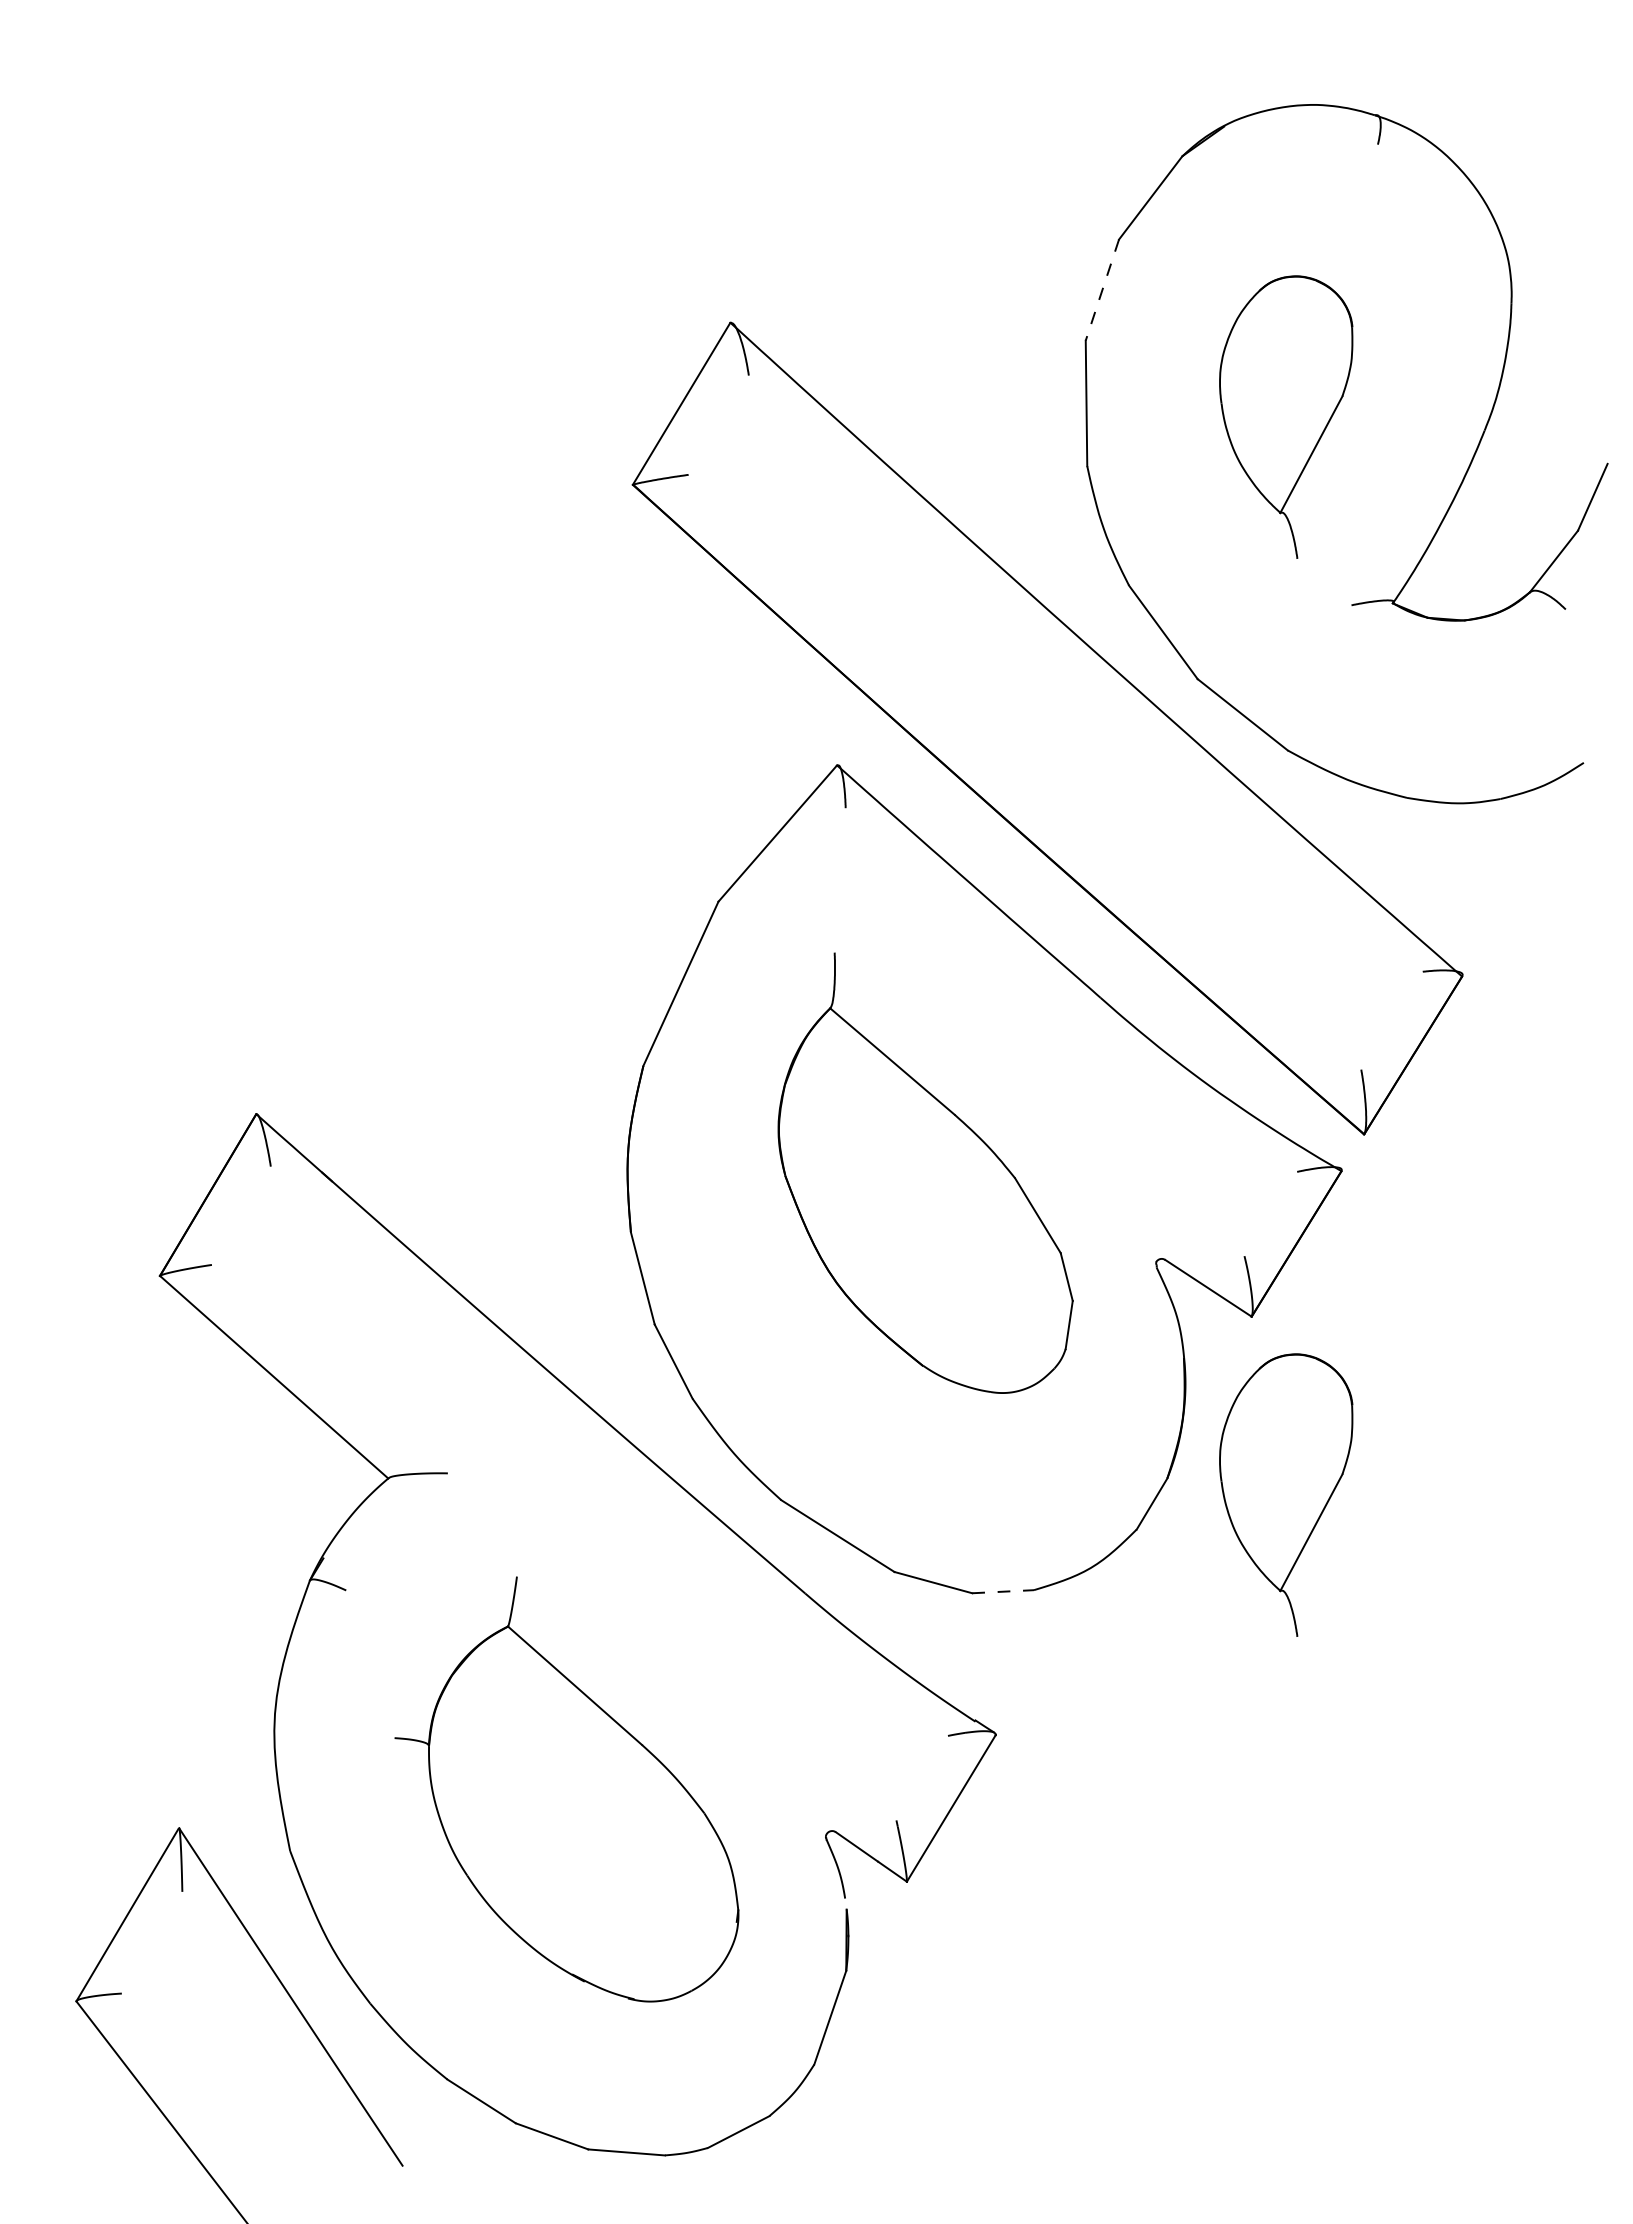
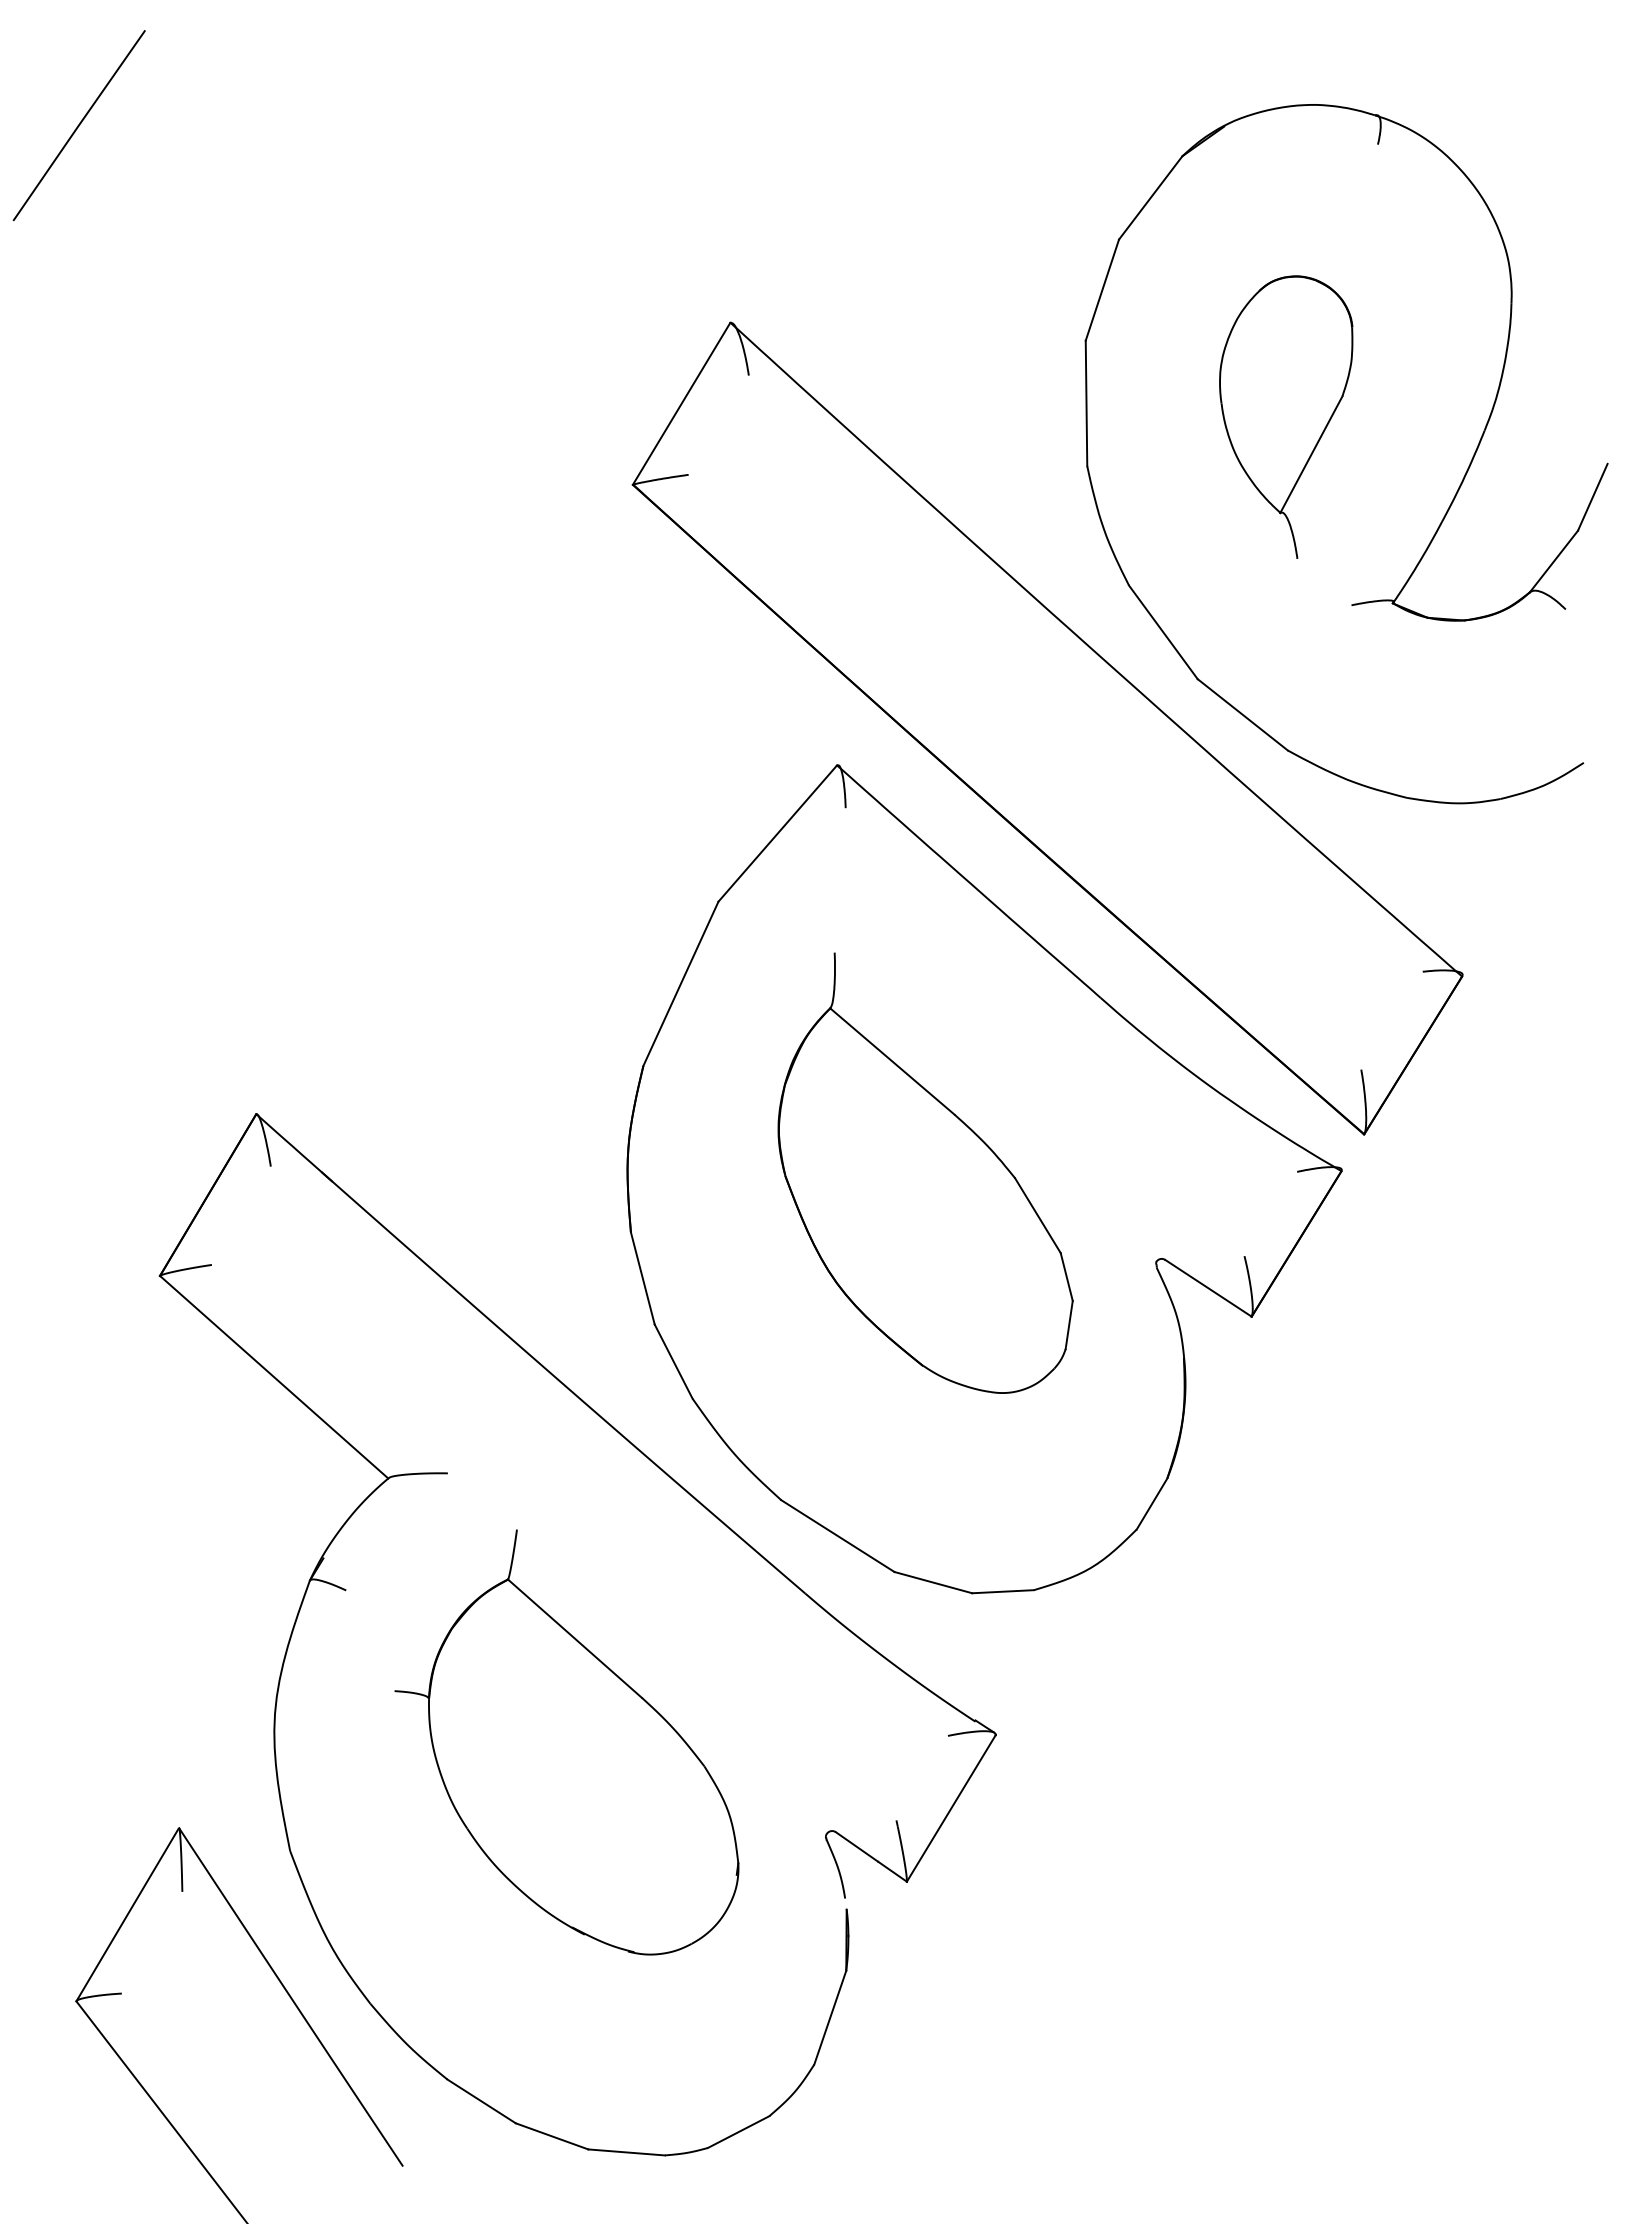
line at (78, 125): none -> present
line at (1102, 290): dashed -> solid
part at (1286, 1494): present -> none
line at (1003, 1591): dashed -> solid
part at (566, 1789) position: (566, 1789) -> (566, 1742)
